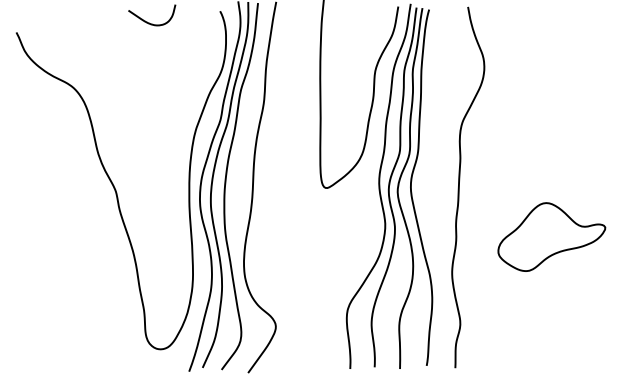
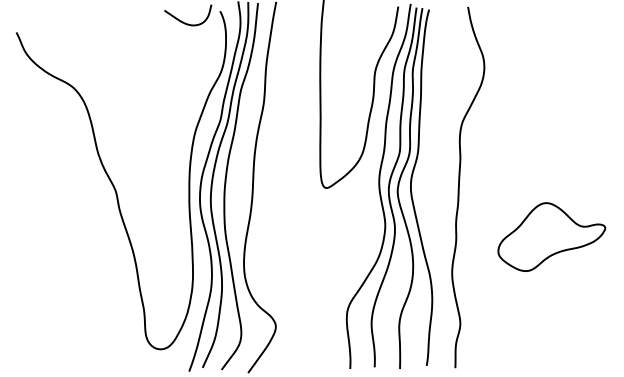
curve at (149, 22) position: (149, 22) -> (185, 22)
